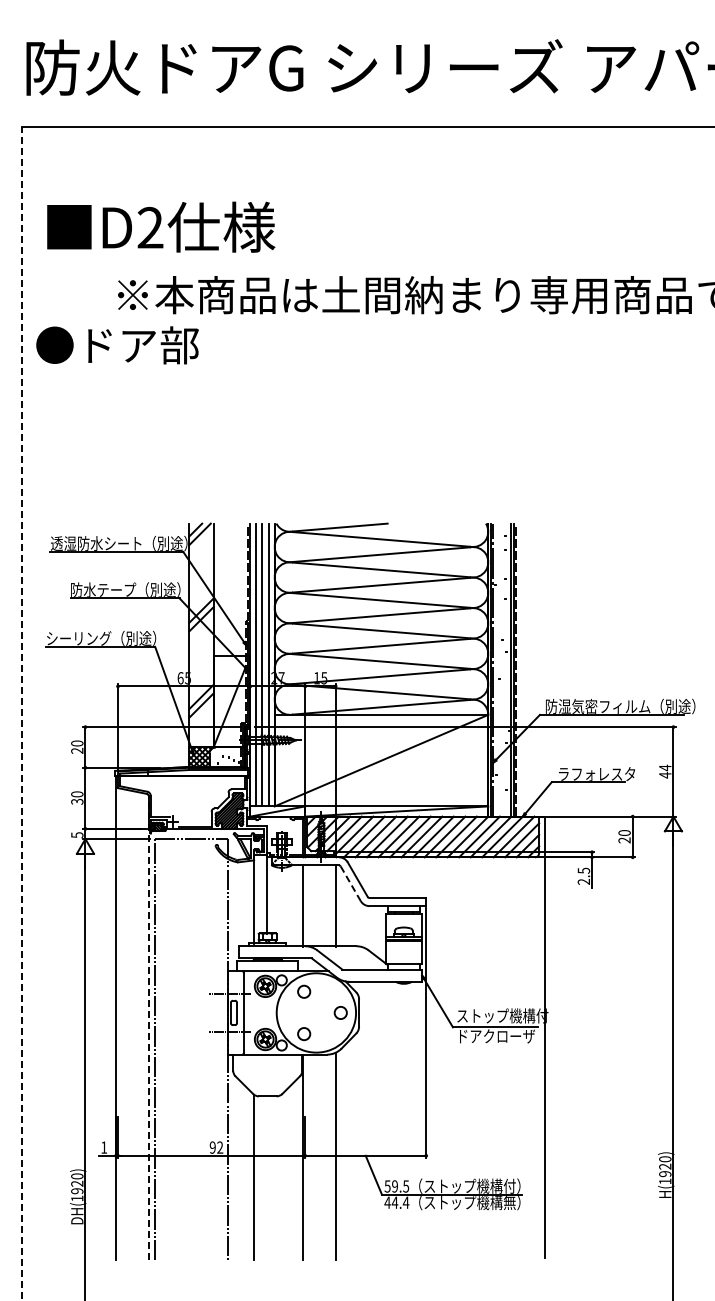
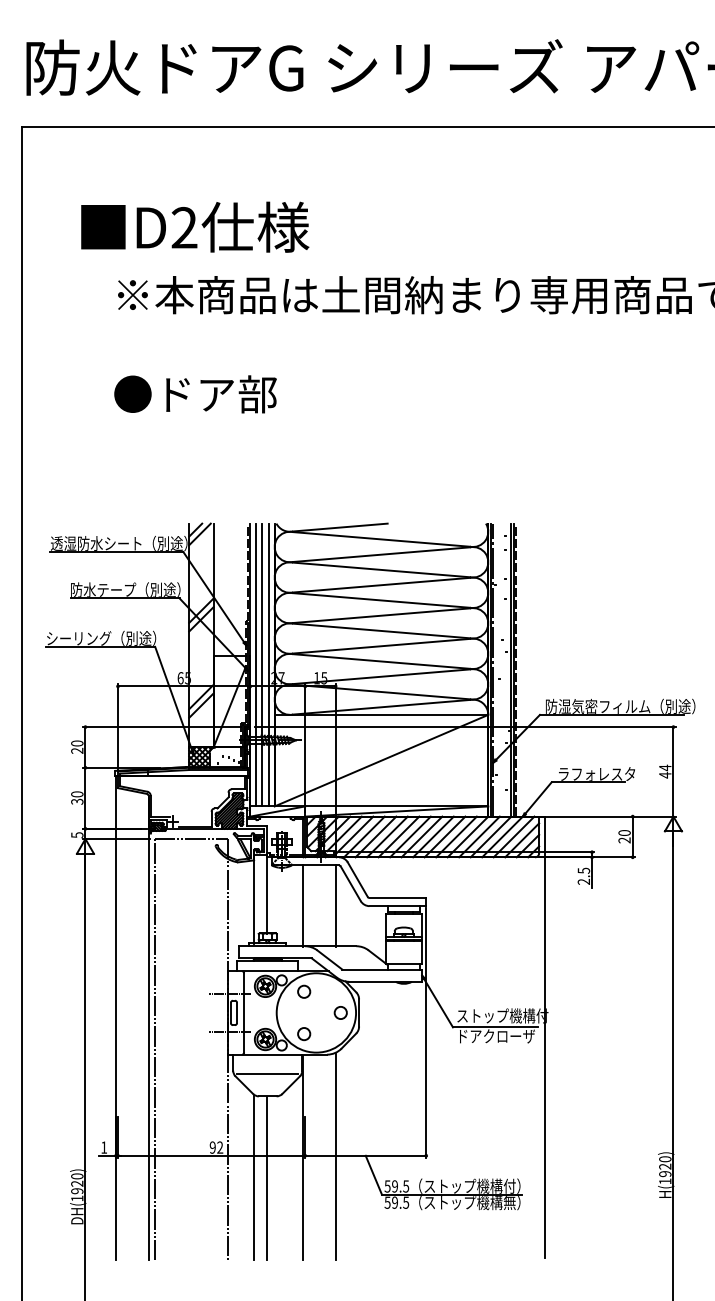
text at (161, 226) position: (161, 226) -> (195, 226)
text at (117, 345) position: (117, 345) -> (195, 394)
line at (21, 713): dashed -> solid
line at (350, 883): dashed -> solid
line at (148, 1027): dashed -> solid
line at (267, 1073): none -> present
line at (266, 1178): none -> present
text at (396, 1202): 44.4 -> 59.5
